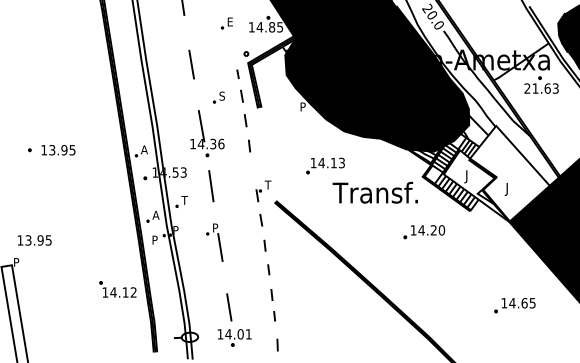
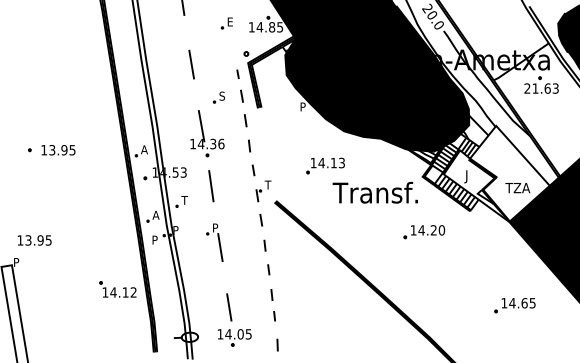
line at (253, 170): none -> present
text at (517, 189): J -> TZA
text at (248, 334): 14.01 -> 14.05
